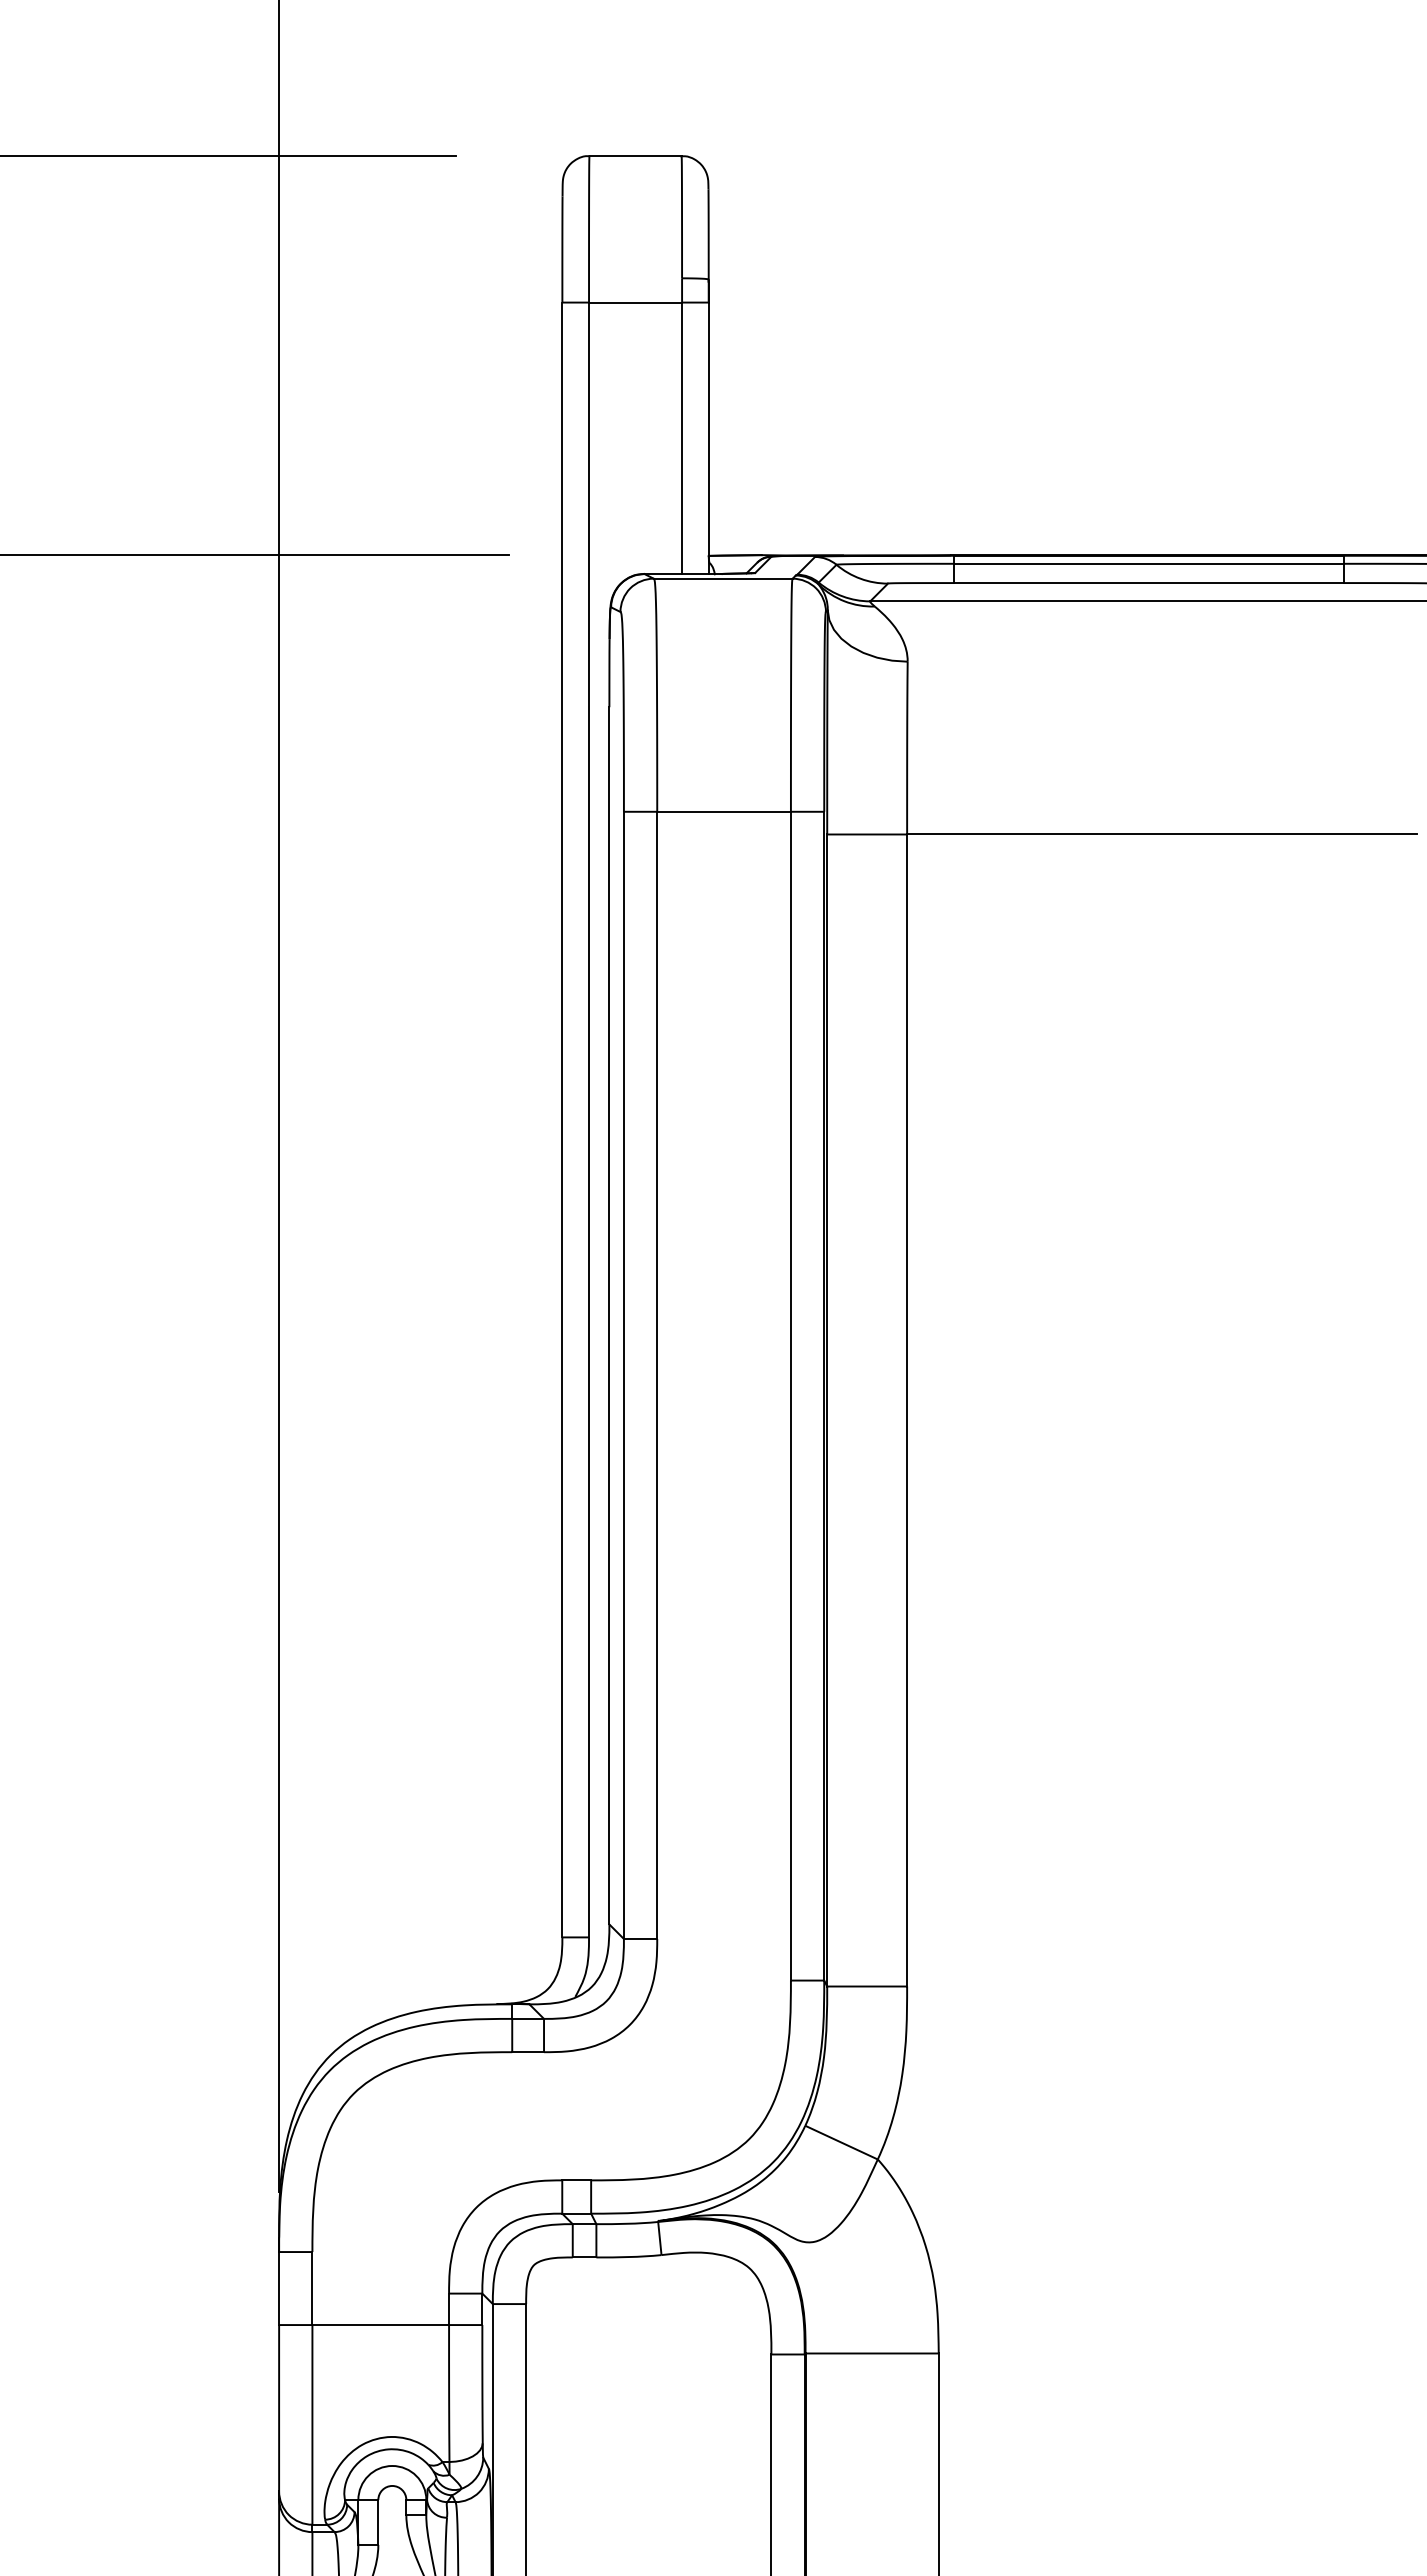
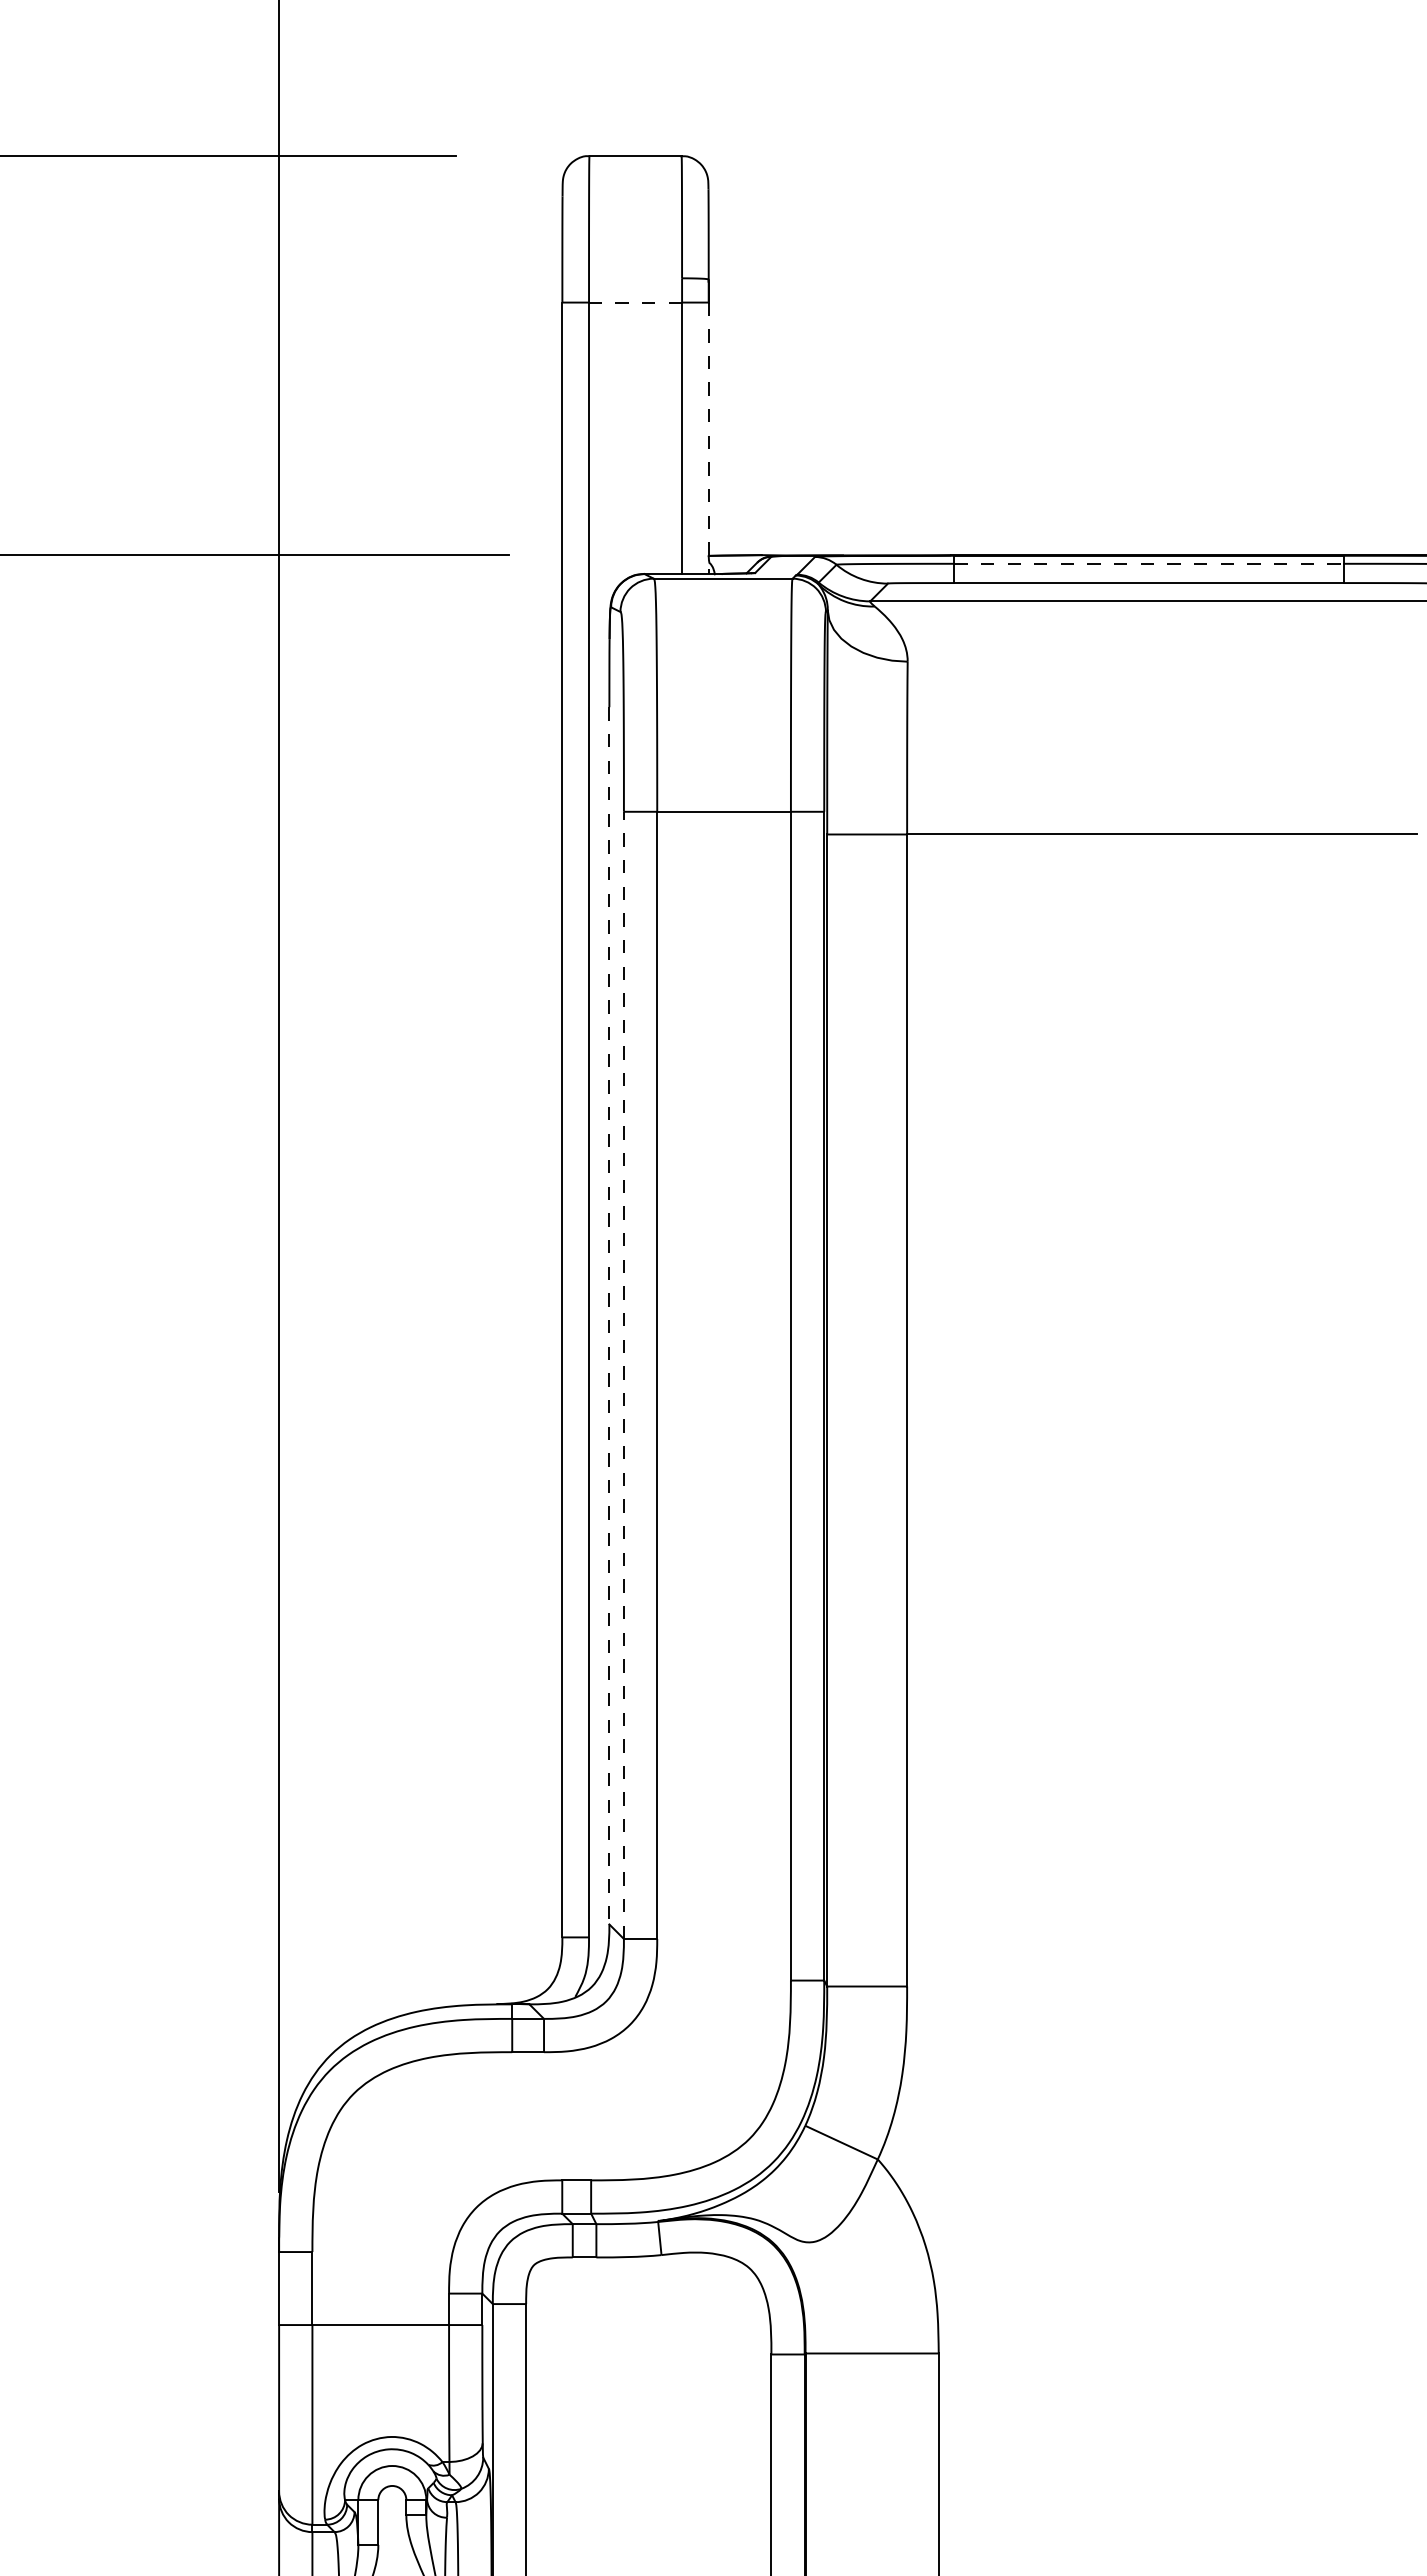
line at (635, 302): solid -> dashed
line at (708, 438): solid -> dashed
line at (1148, 563): solid -> dashed
line at (609, 1315): solid -> dashed
line at (623, 1375): solid -> dashed
